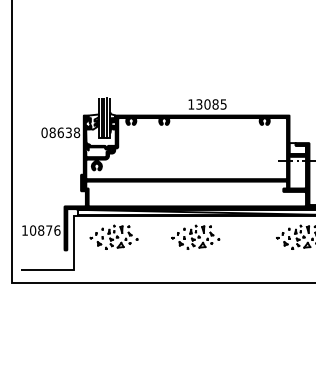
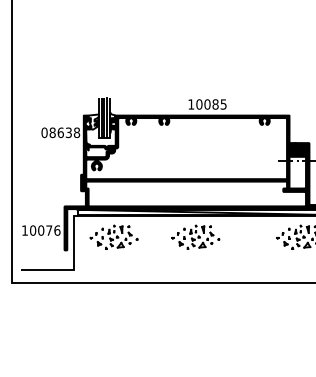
text at (199, 104): 13085 -> 10085
hatch at (297, 148): none -> present
text at (41, 230): 10876 -> 10076
